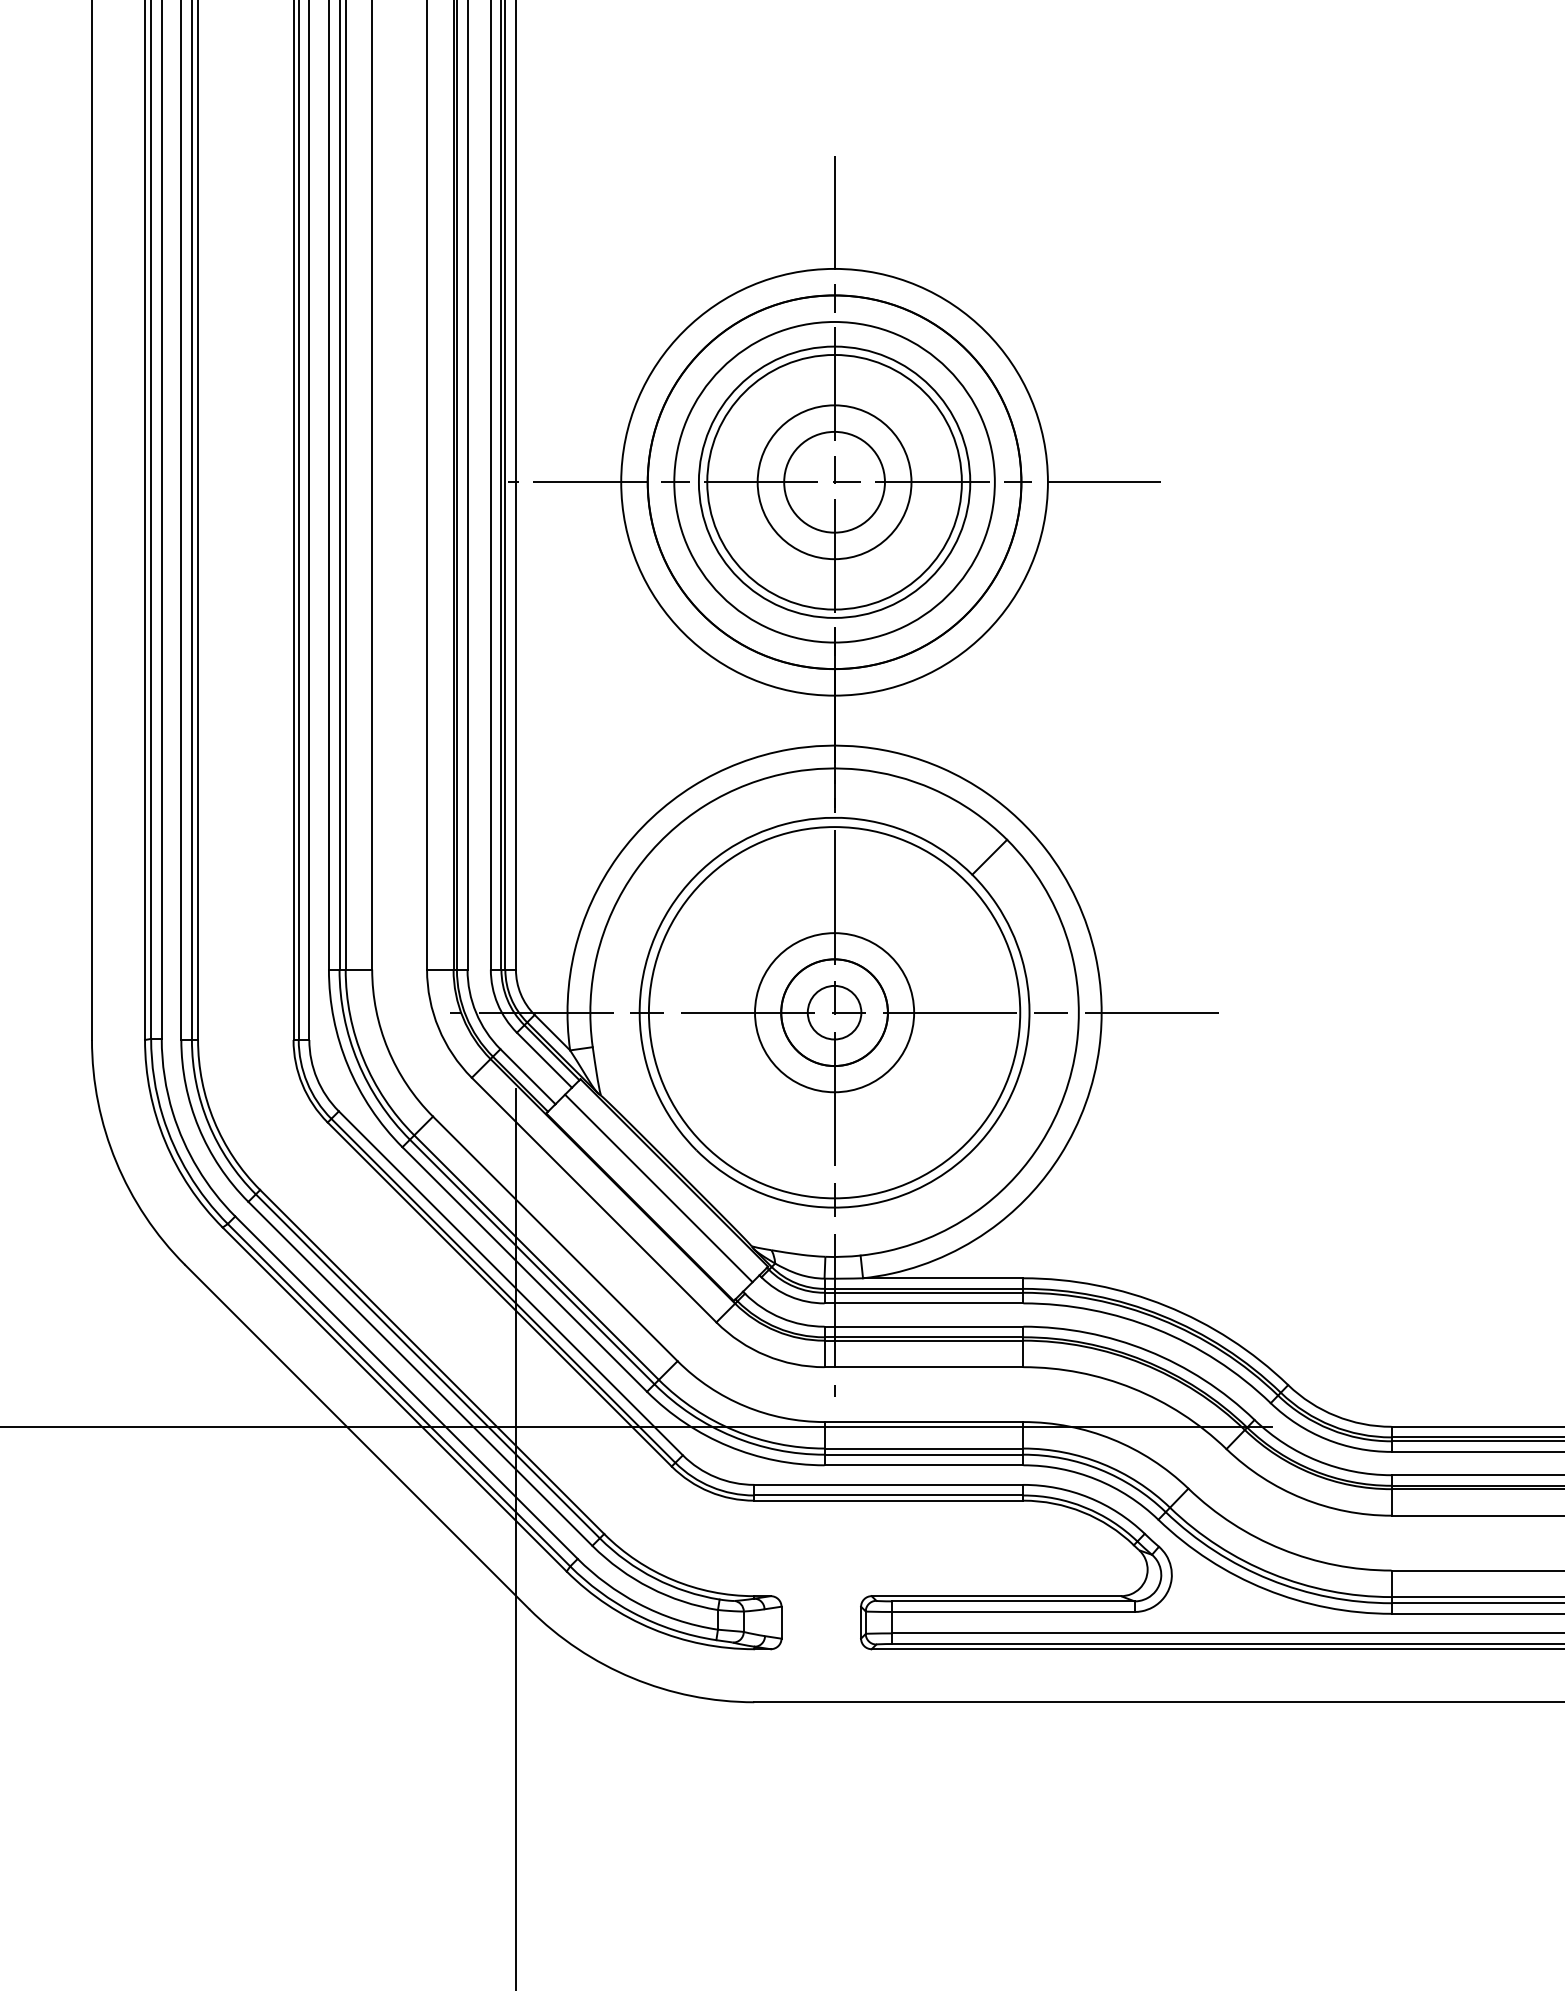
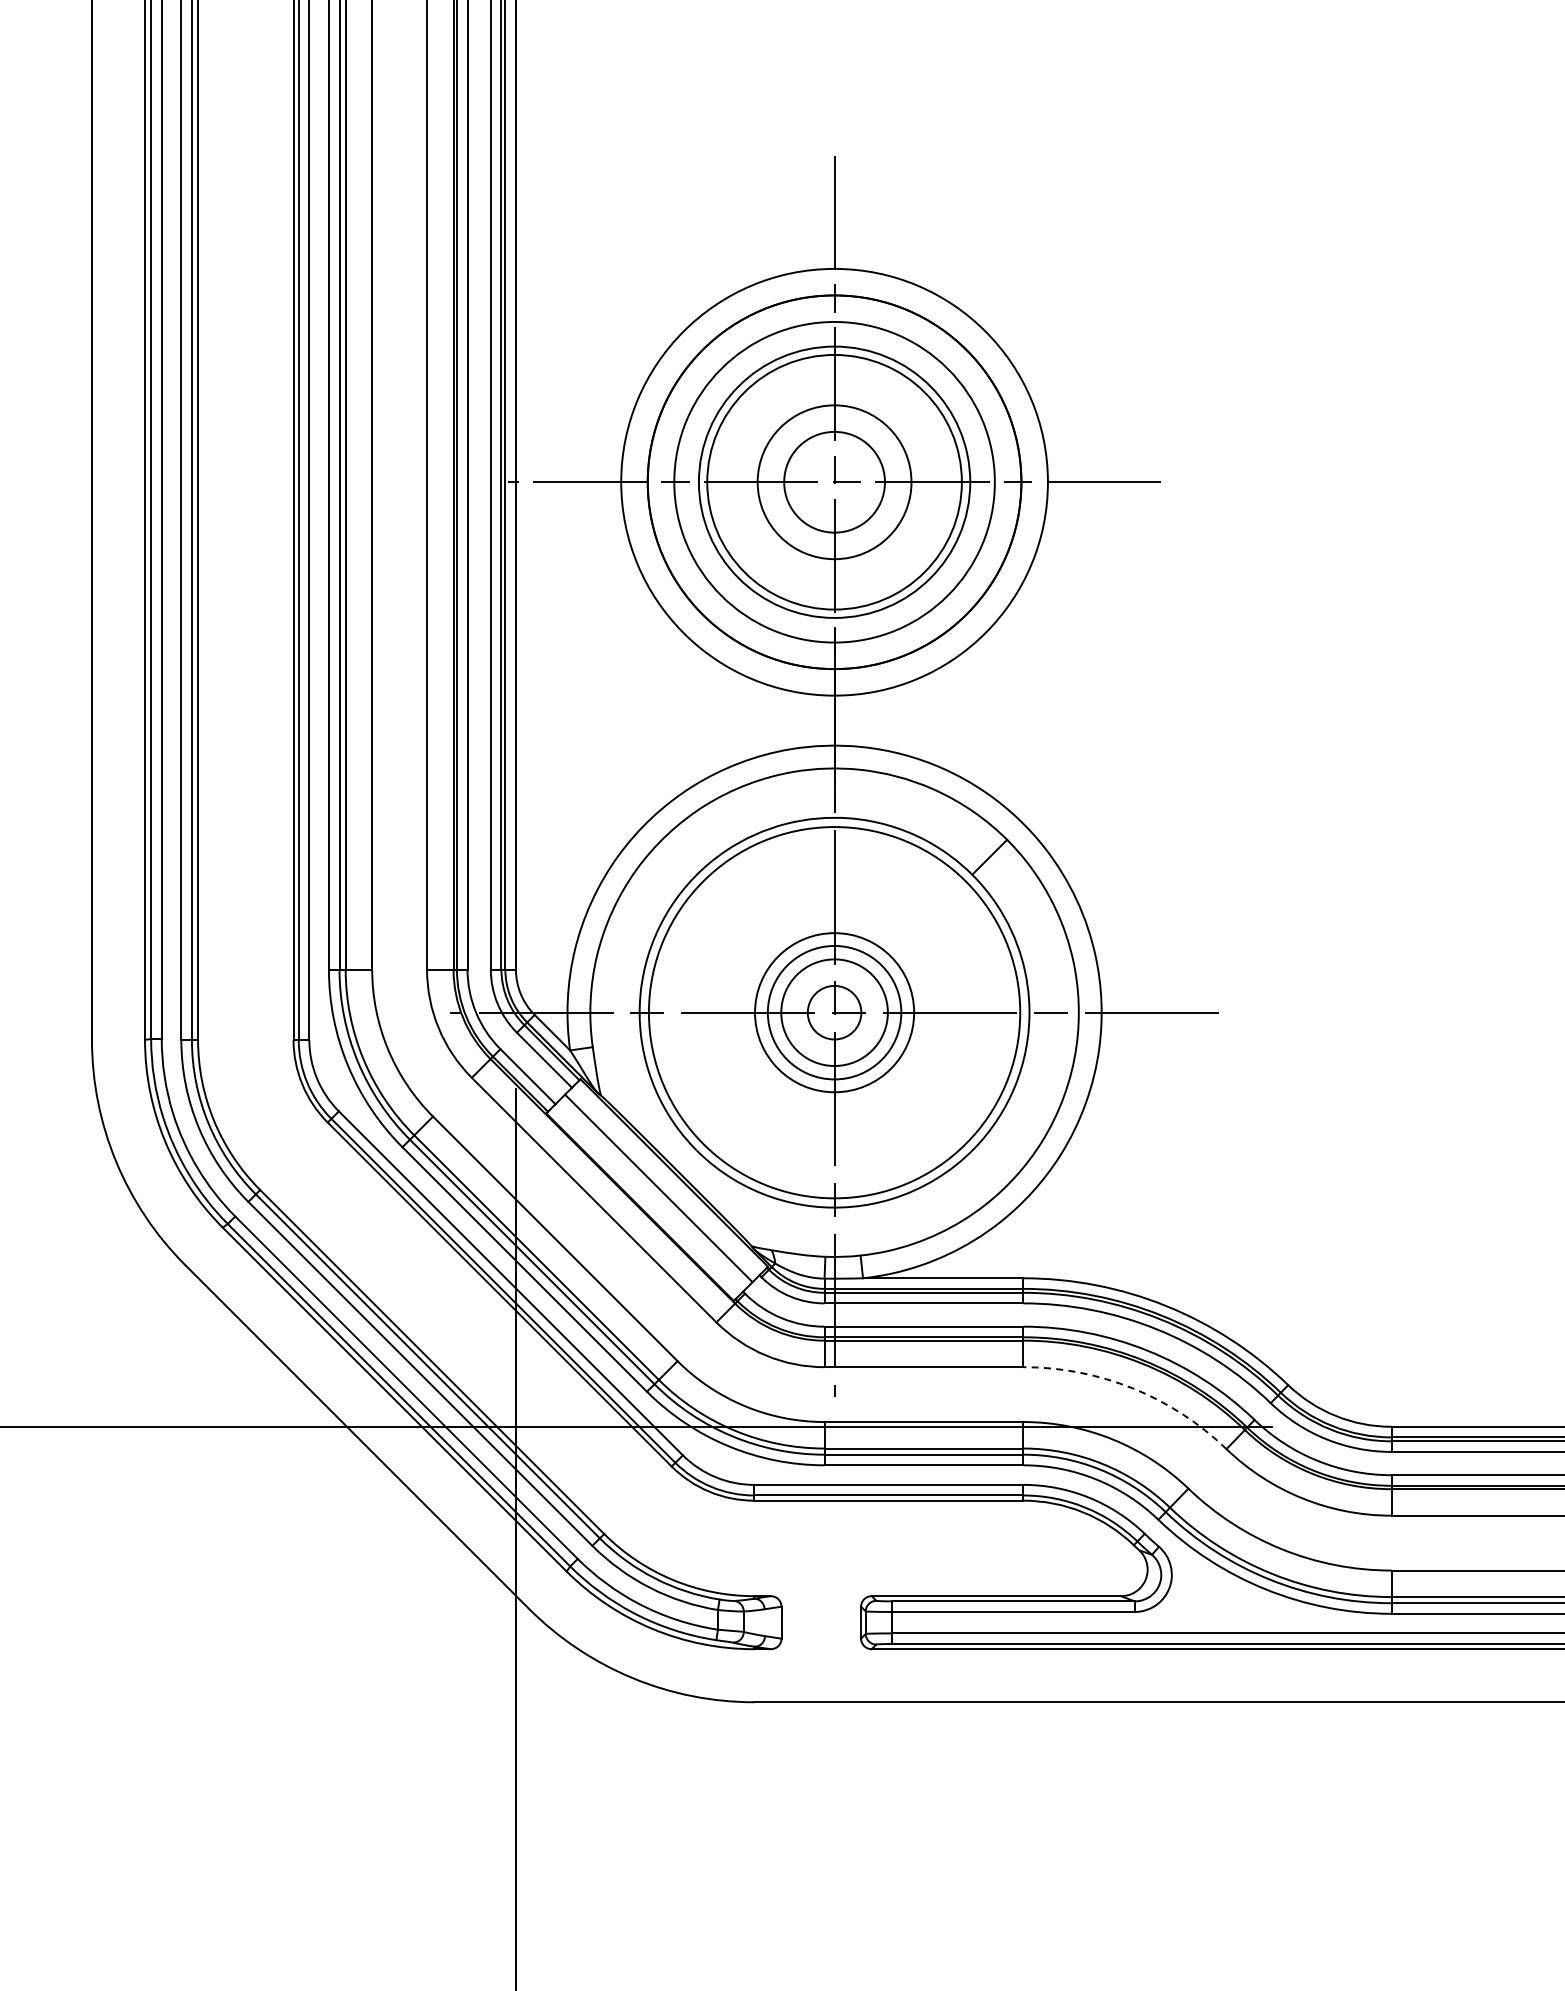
circle at (834, 1012) diameter: 107 px -> 133 px
arc at (1132, 1388): solid -> dashed
